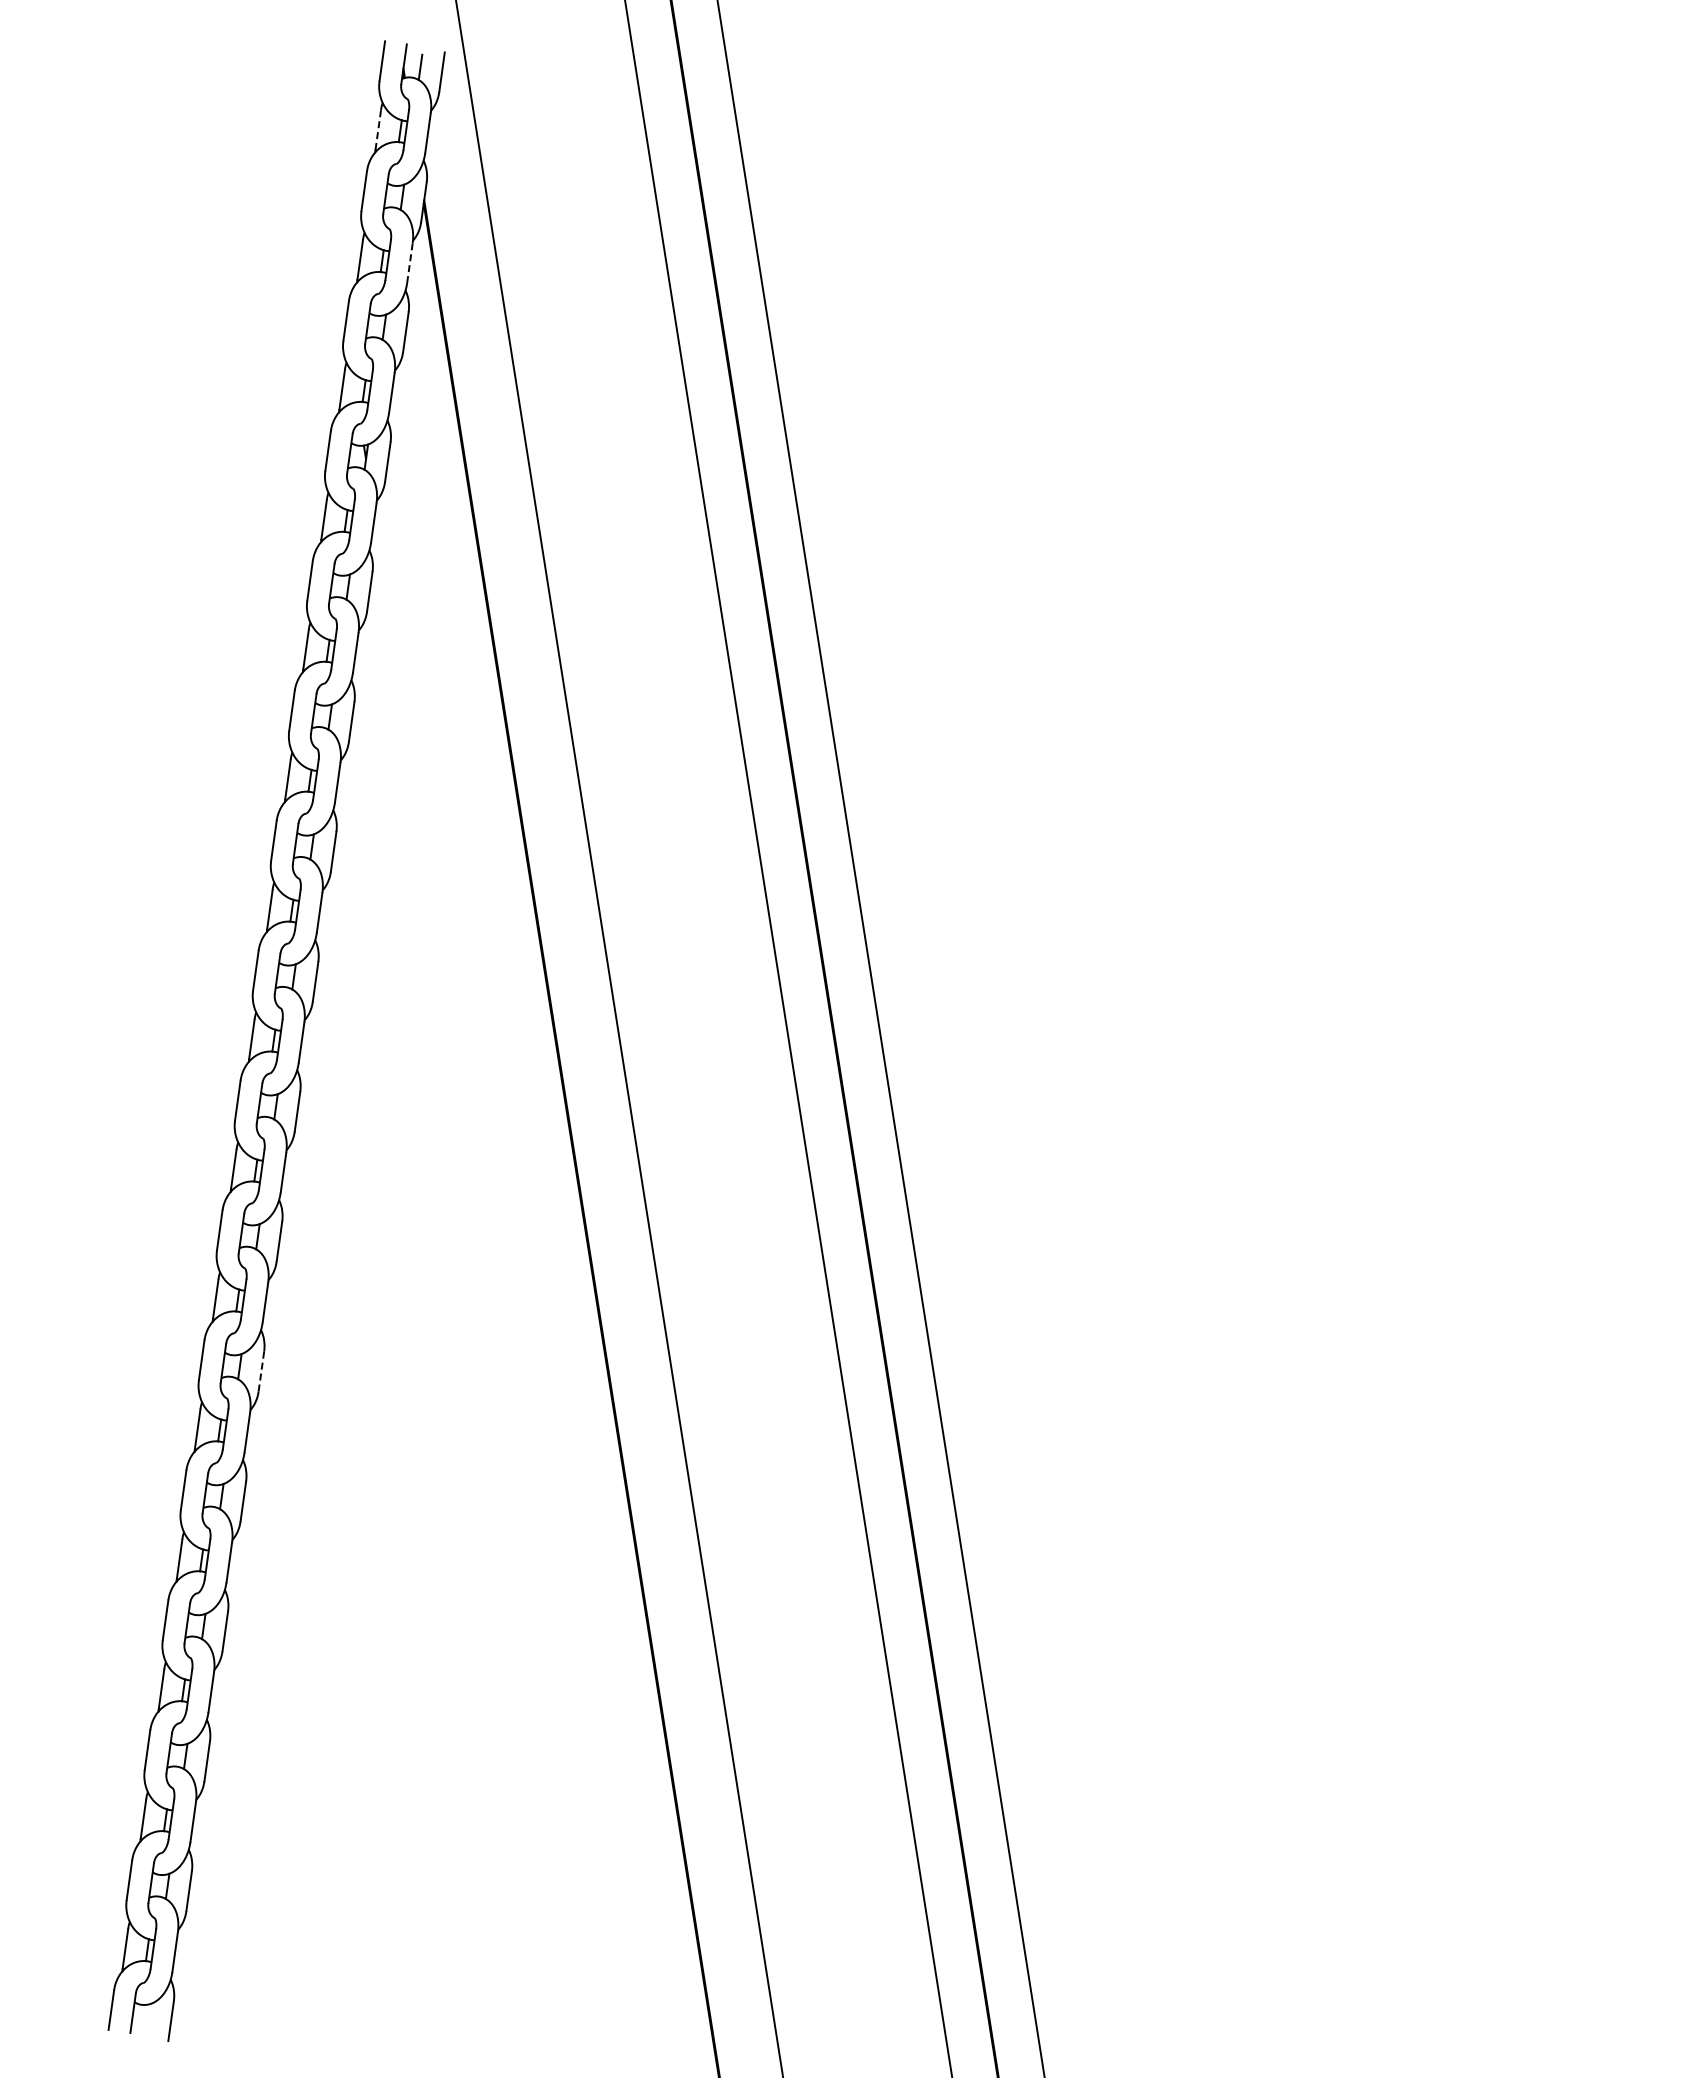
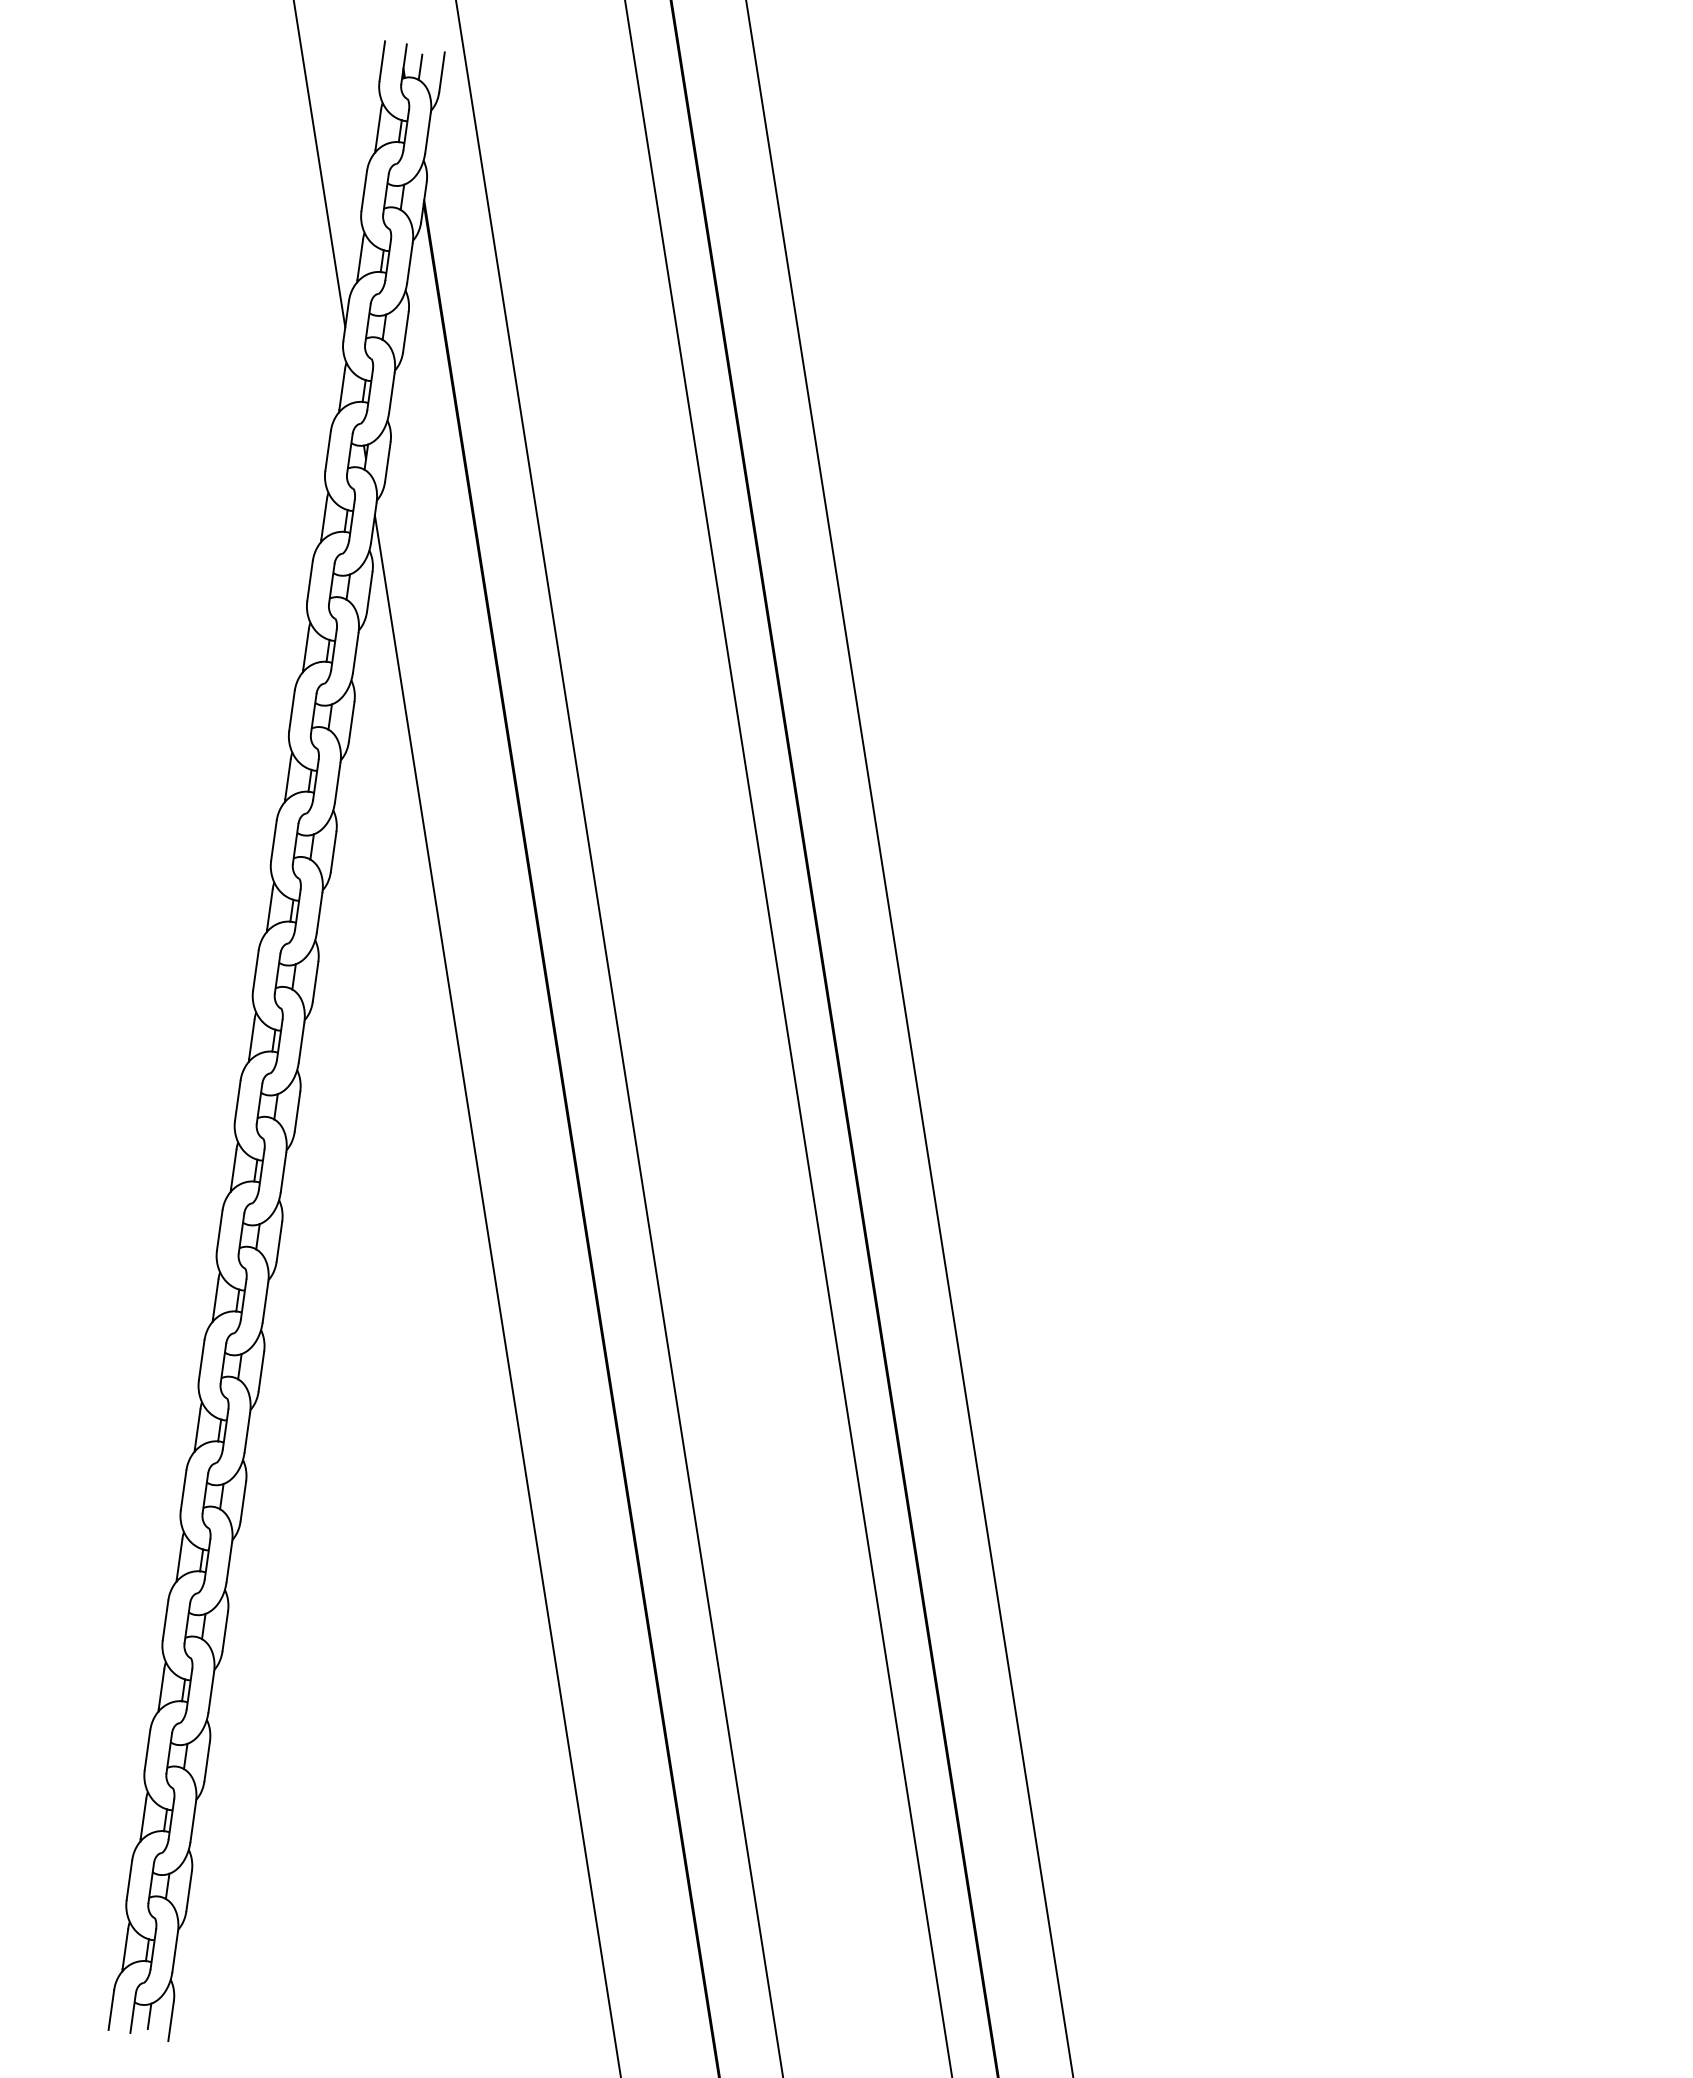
line at (378, 130): dashed -> solid
line at (319, 164): none -> present
line at (410, 262): dashed -> solid
line at (880, 1038) position: (880, 1038) -> (909, 1038)
line at (497, 1294): none -> present
line at (261, 1371): dashed -> solid
line at (149, 2016): none -> present
